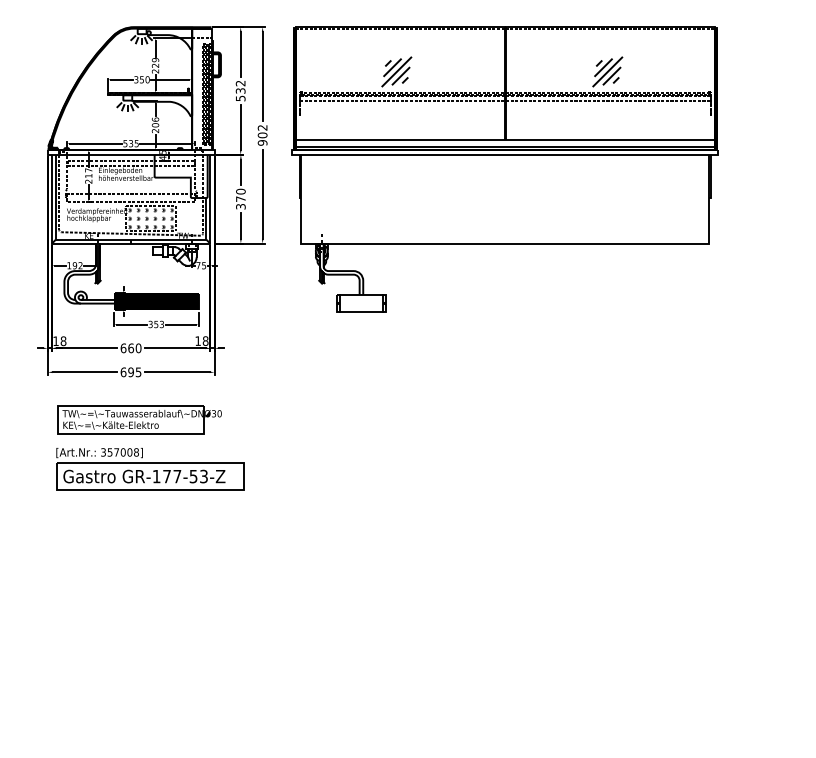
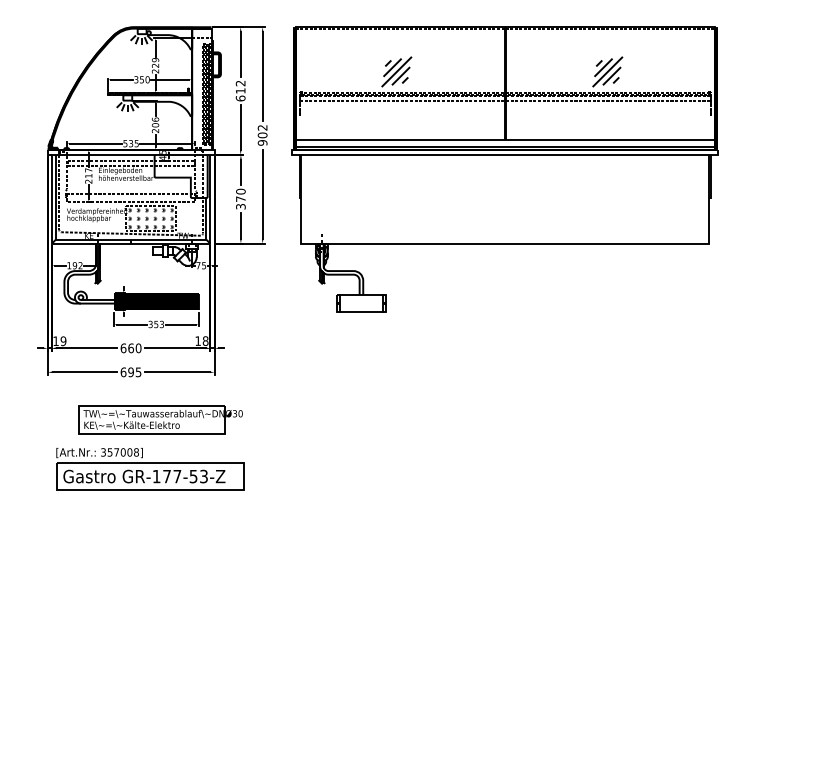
text at (240, 94): 532 -> 612
text at (63, 341): 18 -> 19
part at (139, 419) position: (139, 419) -> (160, 419)
